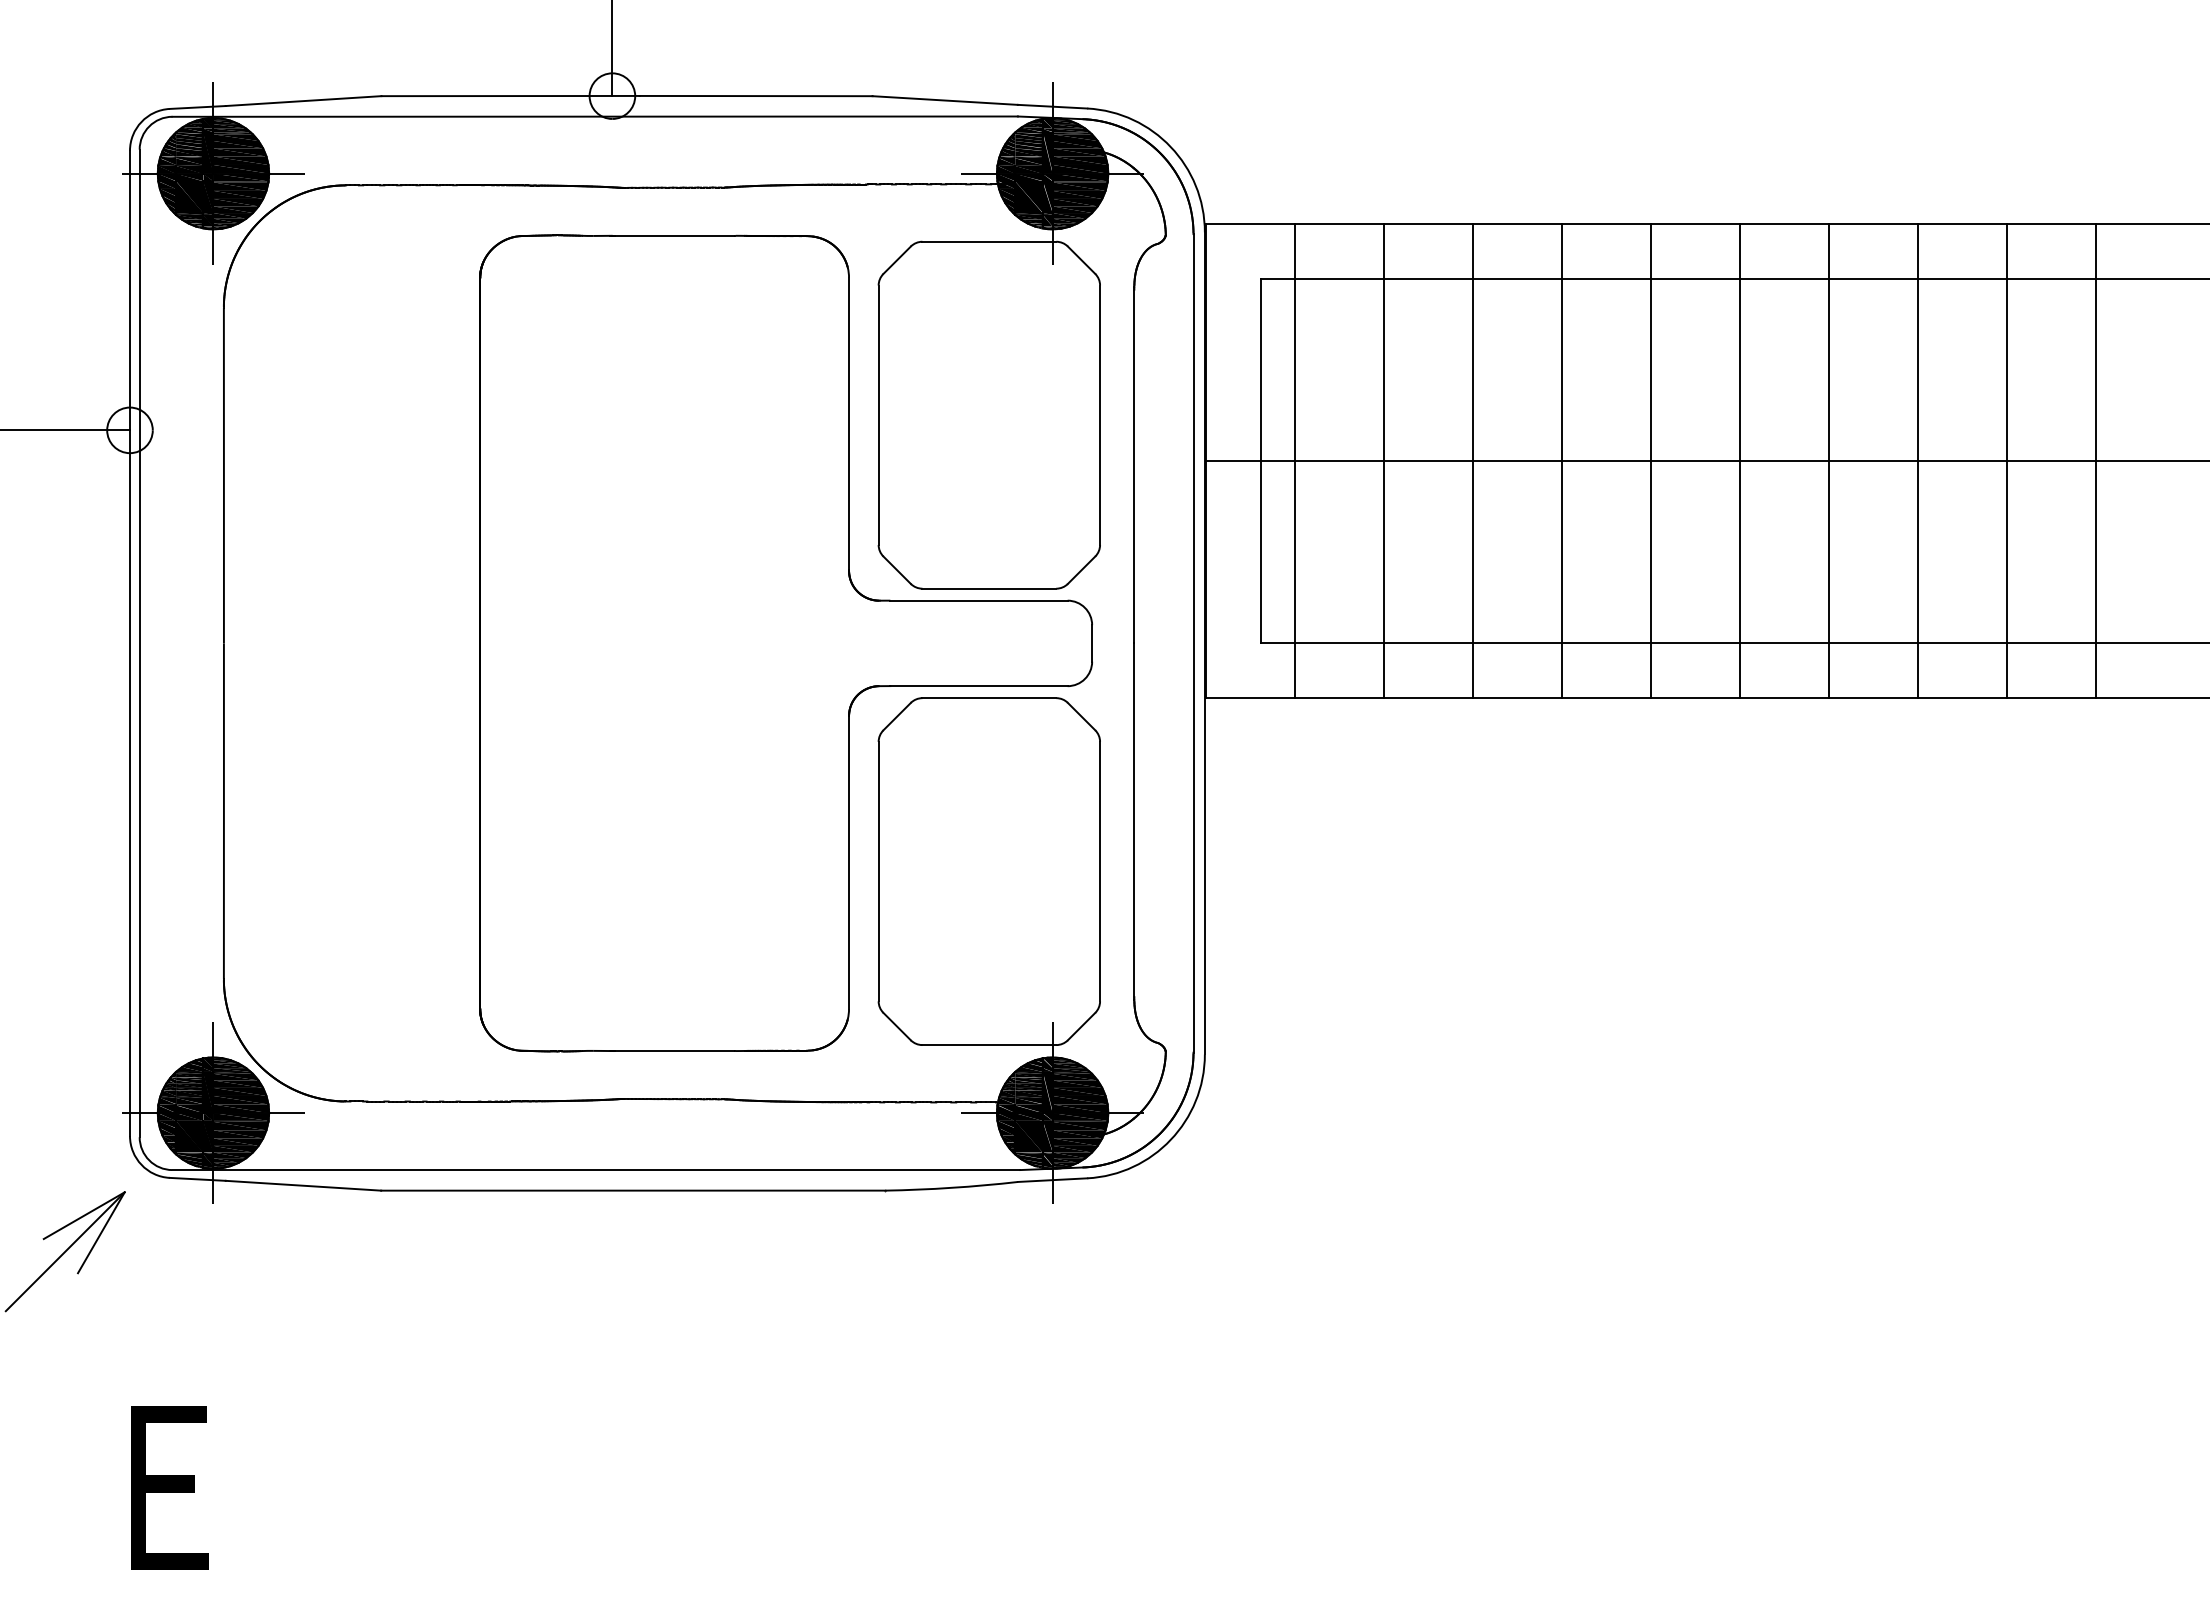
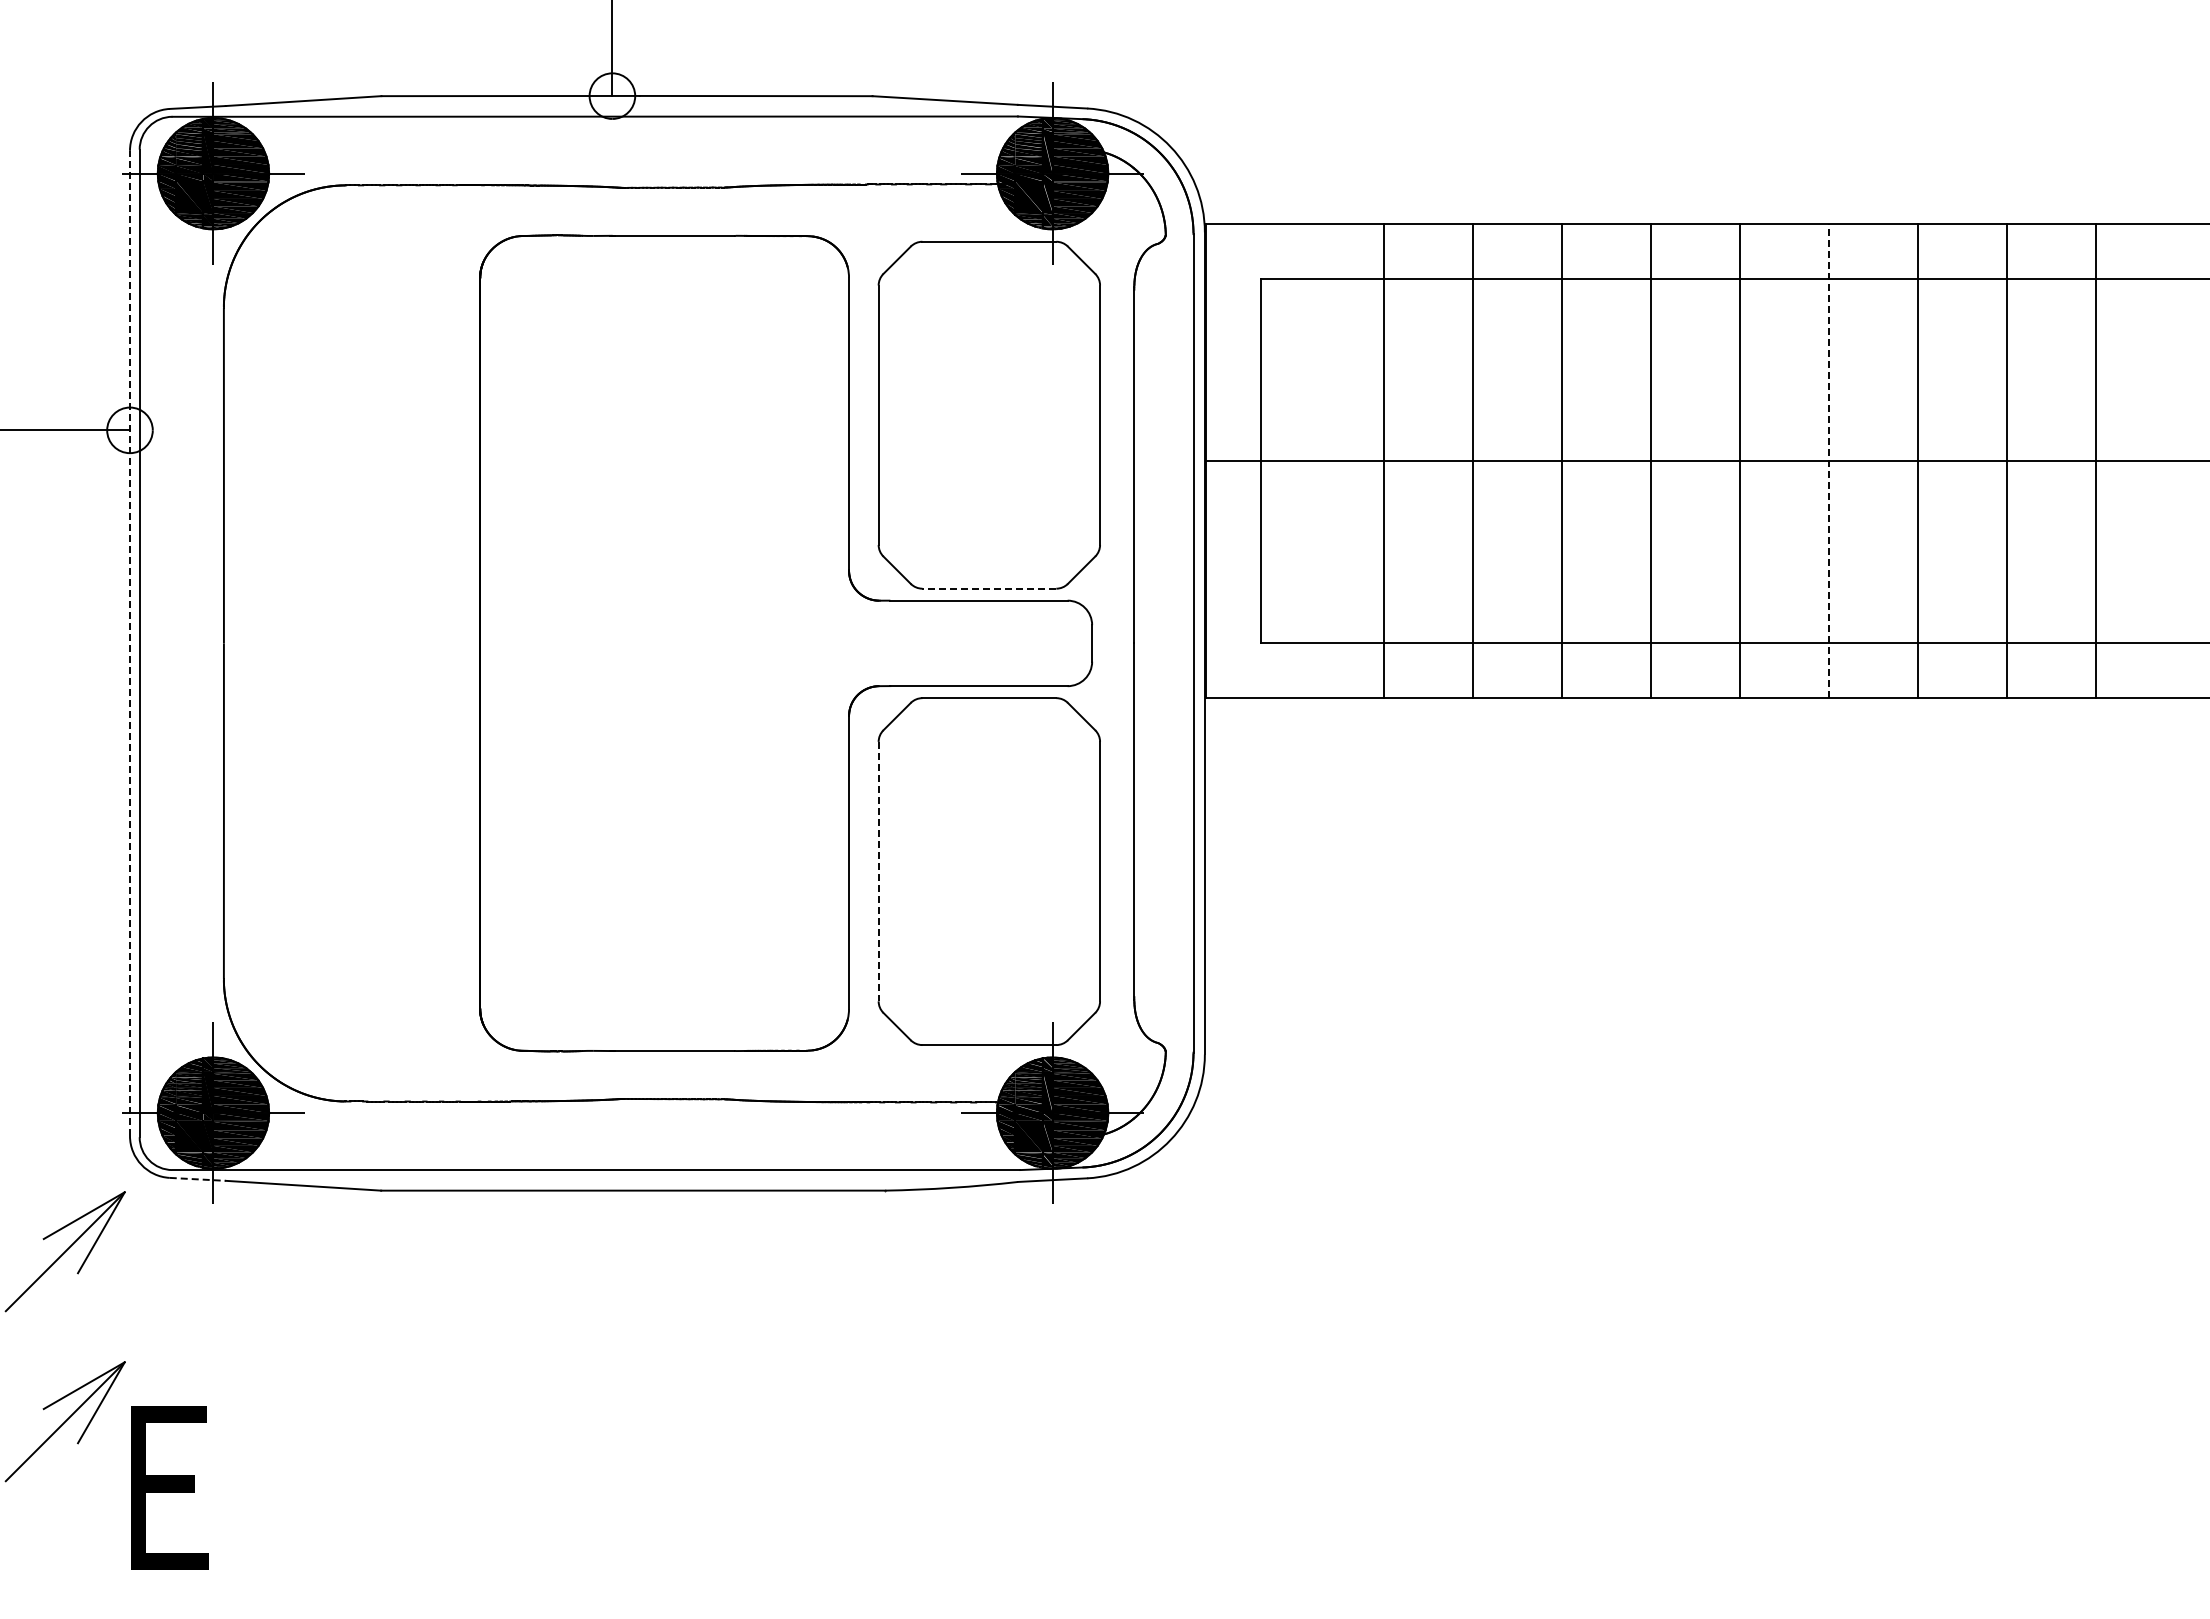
line at (1295, 460): present -> none
line at (1828, 460): solid -> dashed
line at (989, 588): solid -> dashed
line at (130, 643): solid -> dashed
line at (878, 871): solid -> dashed
line at (198, 1179): solid -> dashed
part at (64, 1421): none -> present
